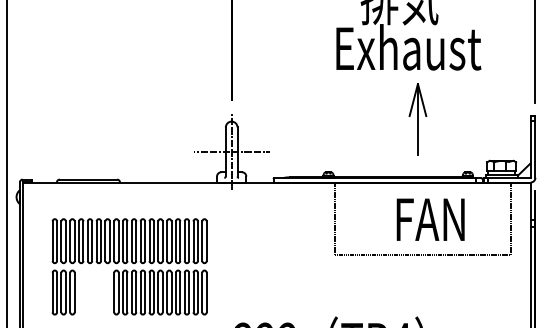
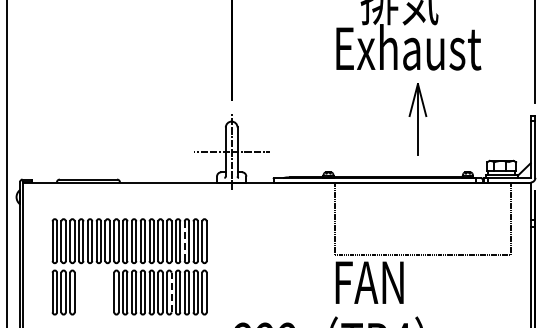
text at (430, 219) position: (430, 219) -> (369, 282)
line at (184, 241): solid -> dashed
line at (171, 292): solid -> dashed
